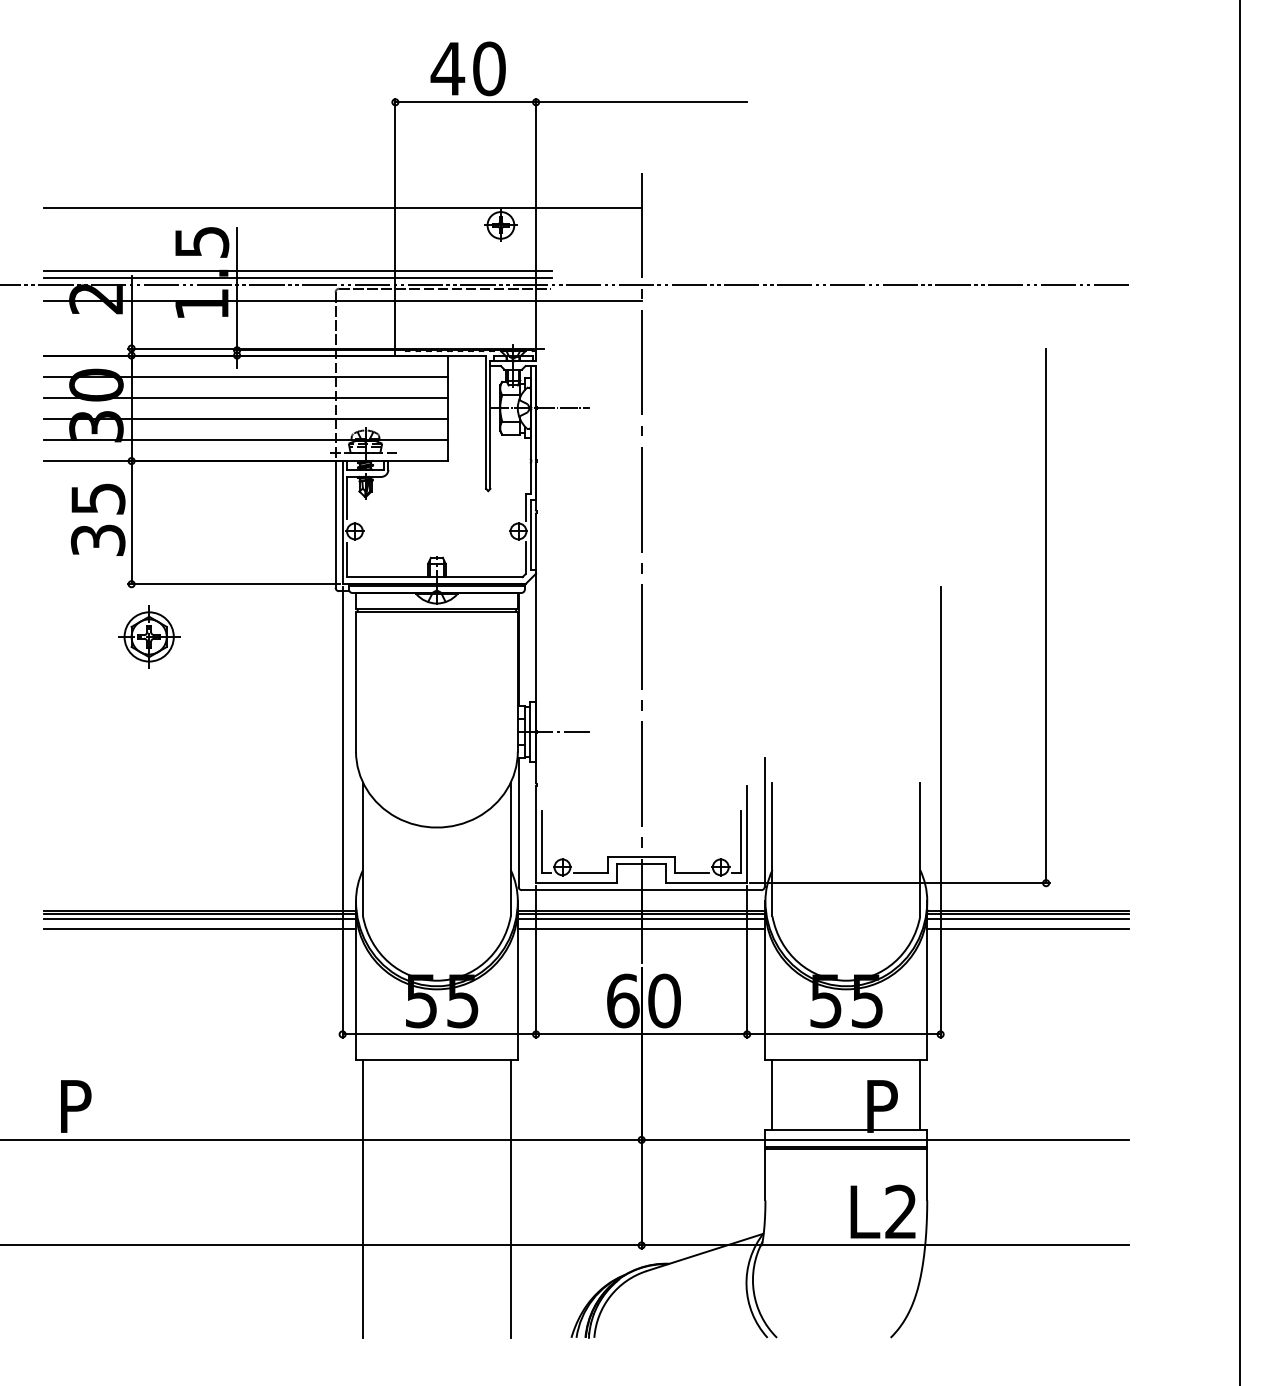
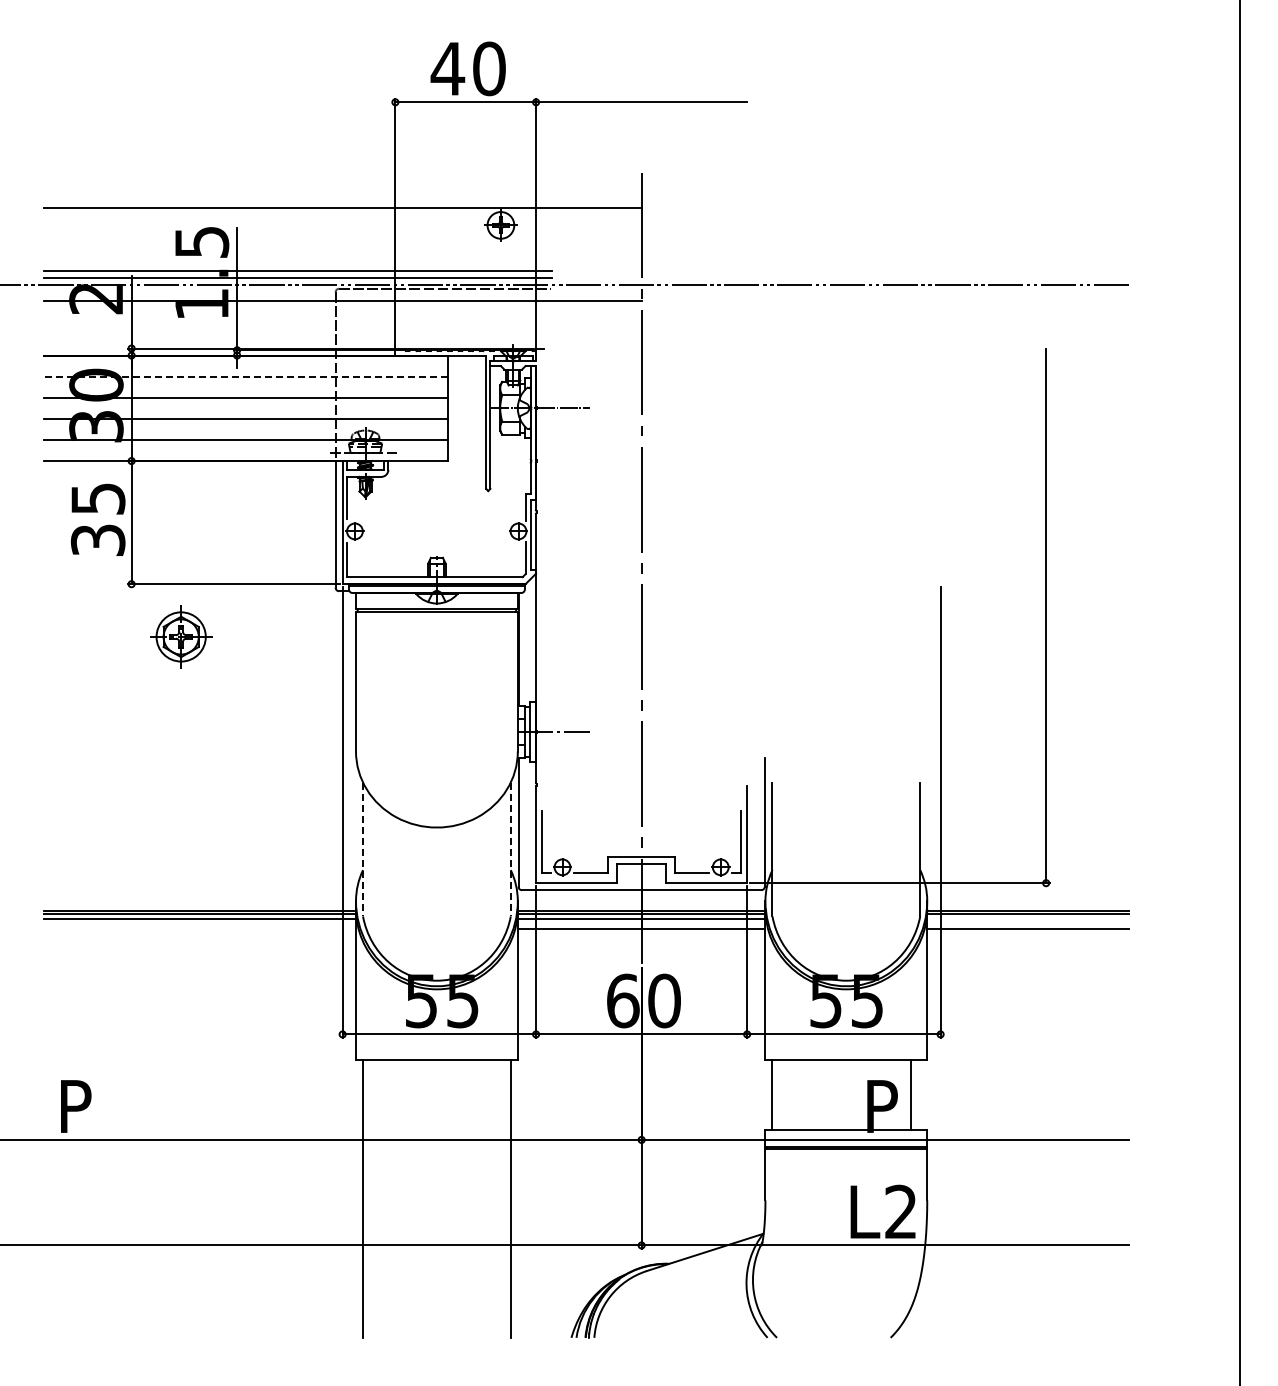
line at (245, 376): solid -> dashed
part at (149, 636) position: (149, 636) -> (181, 636)
line at (363, 849): solid -> dashed
line at (510, 849): solid -> dashed
line at (1027, 919): present -> none
line at (199, 928): present -> none
line at (920, 1094) position: (920, 1094) -> (911, 1094)
